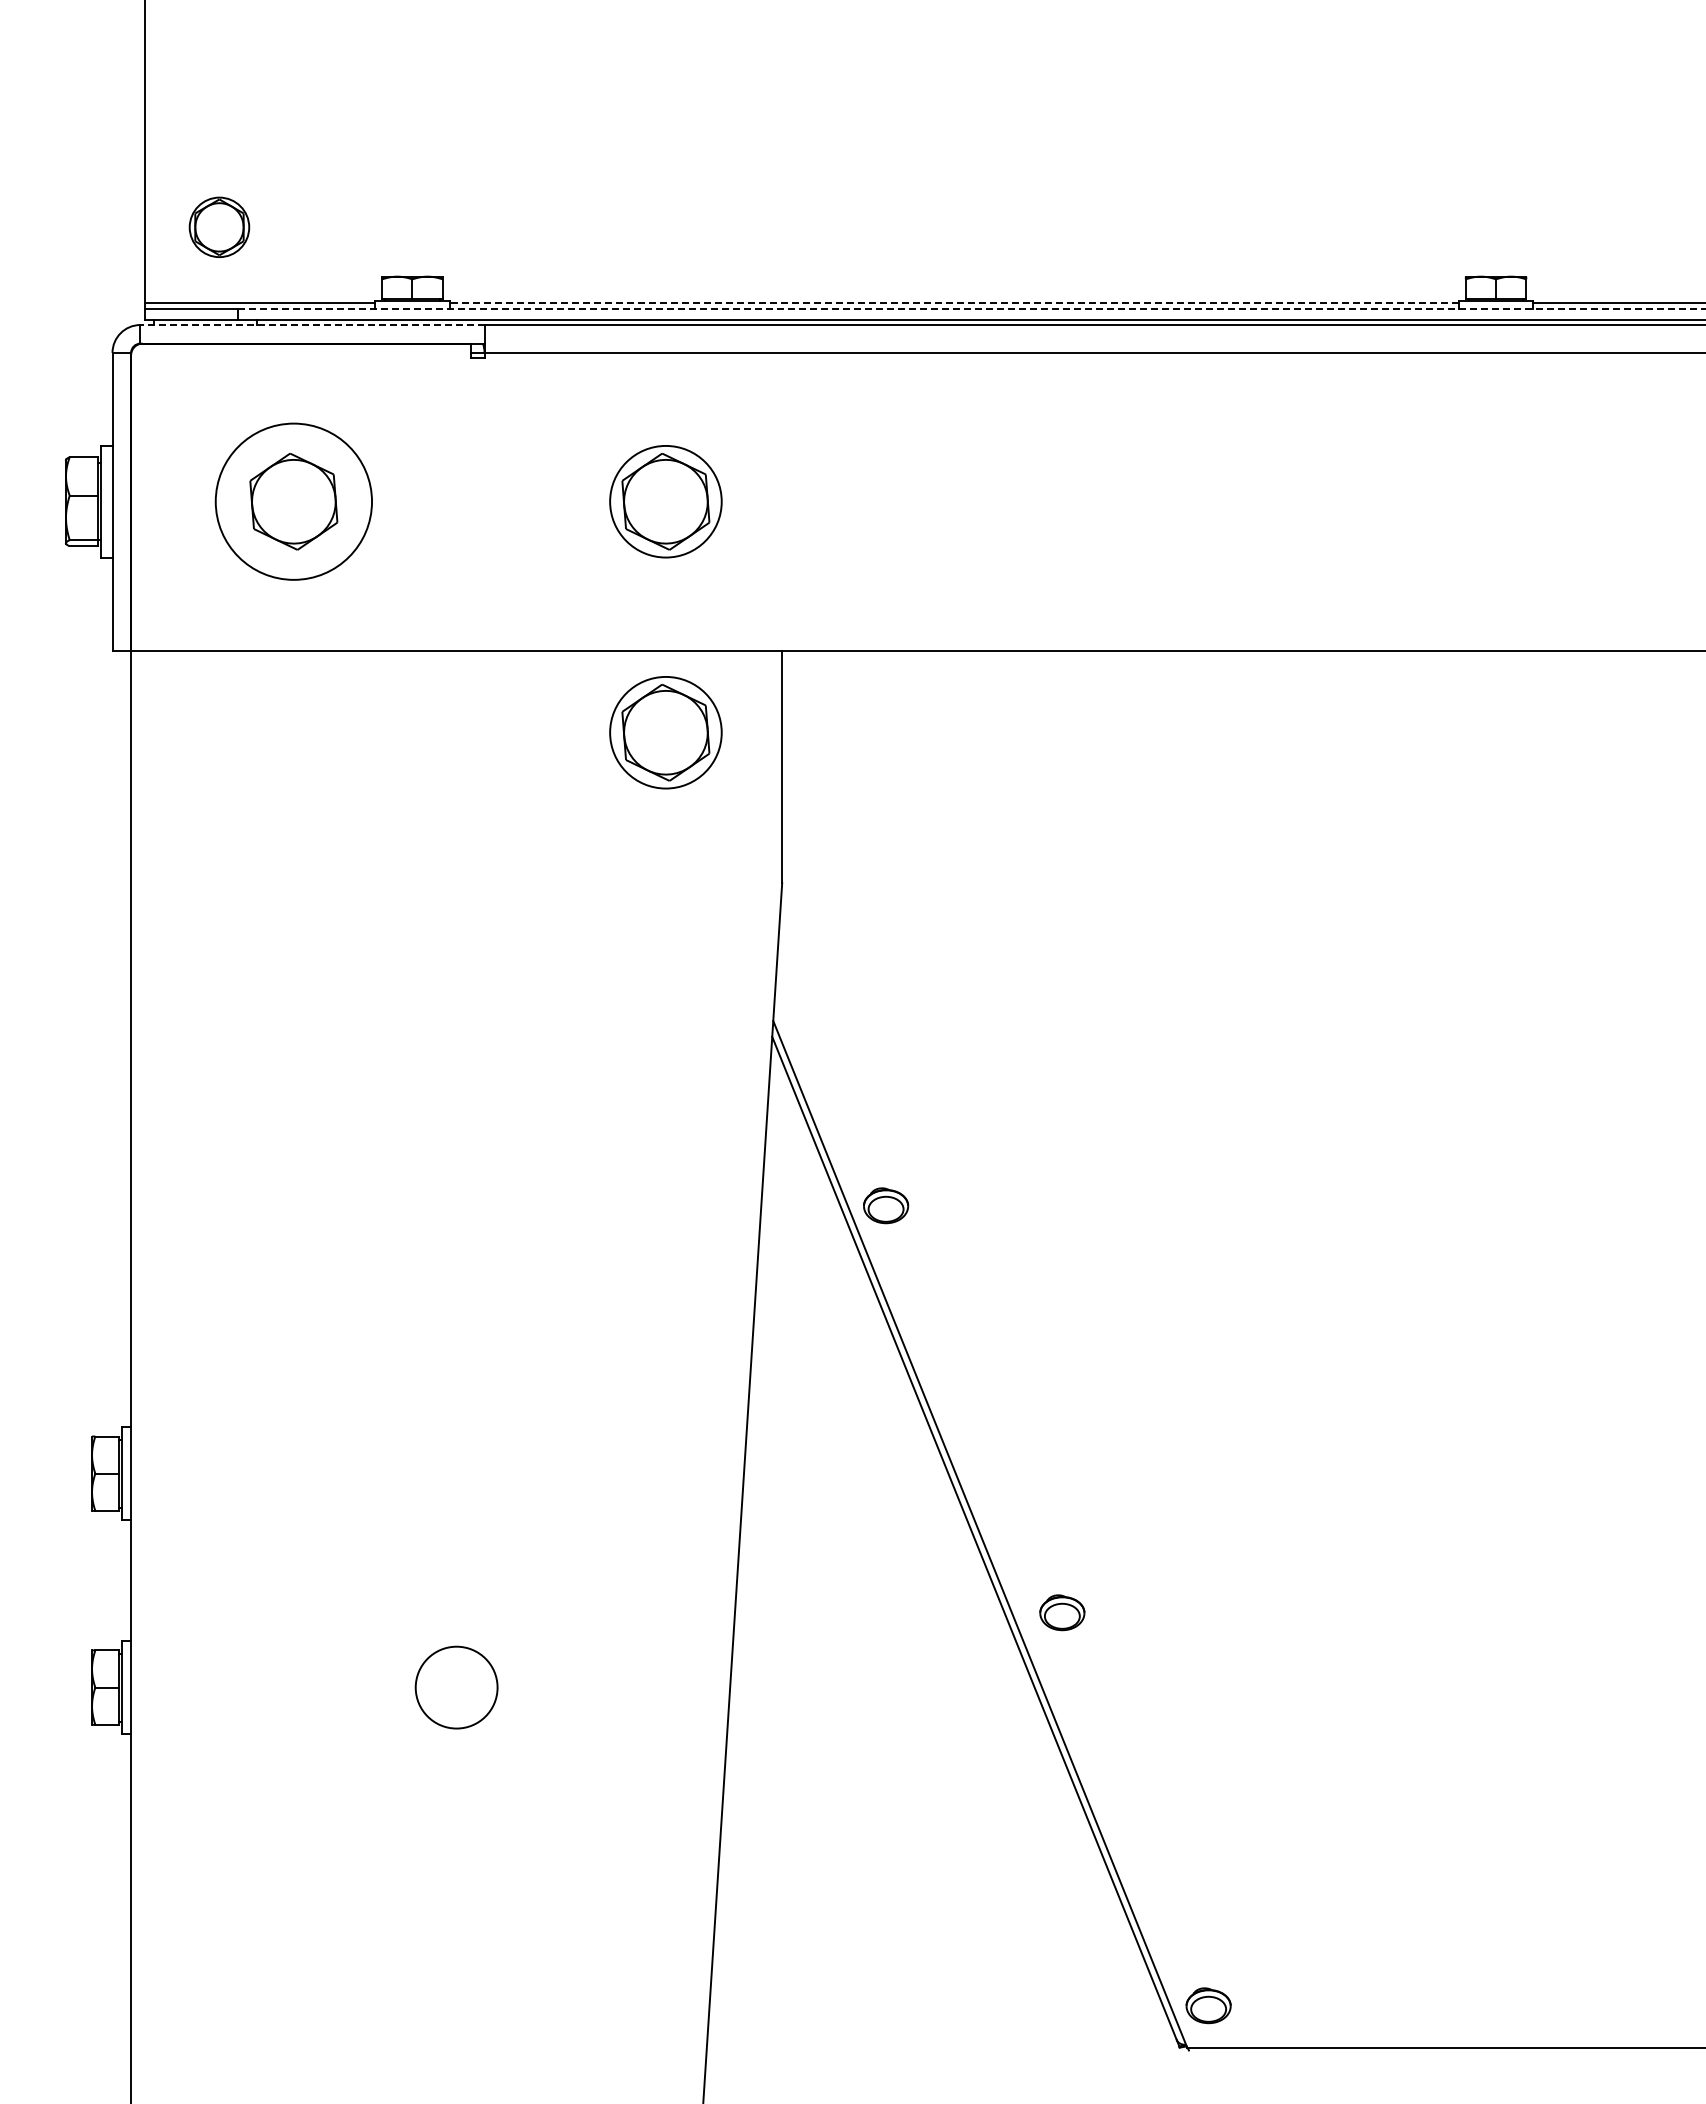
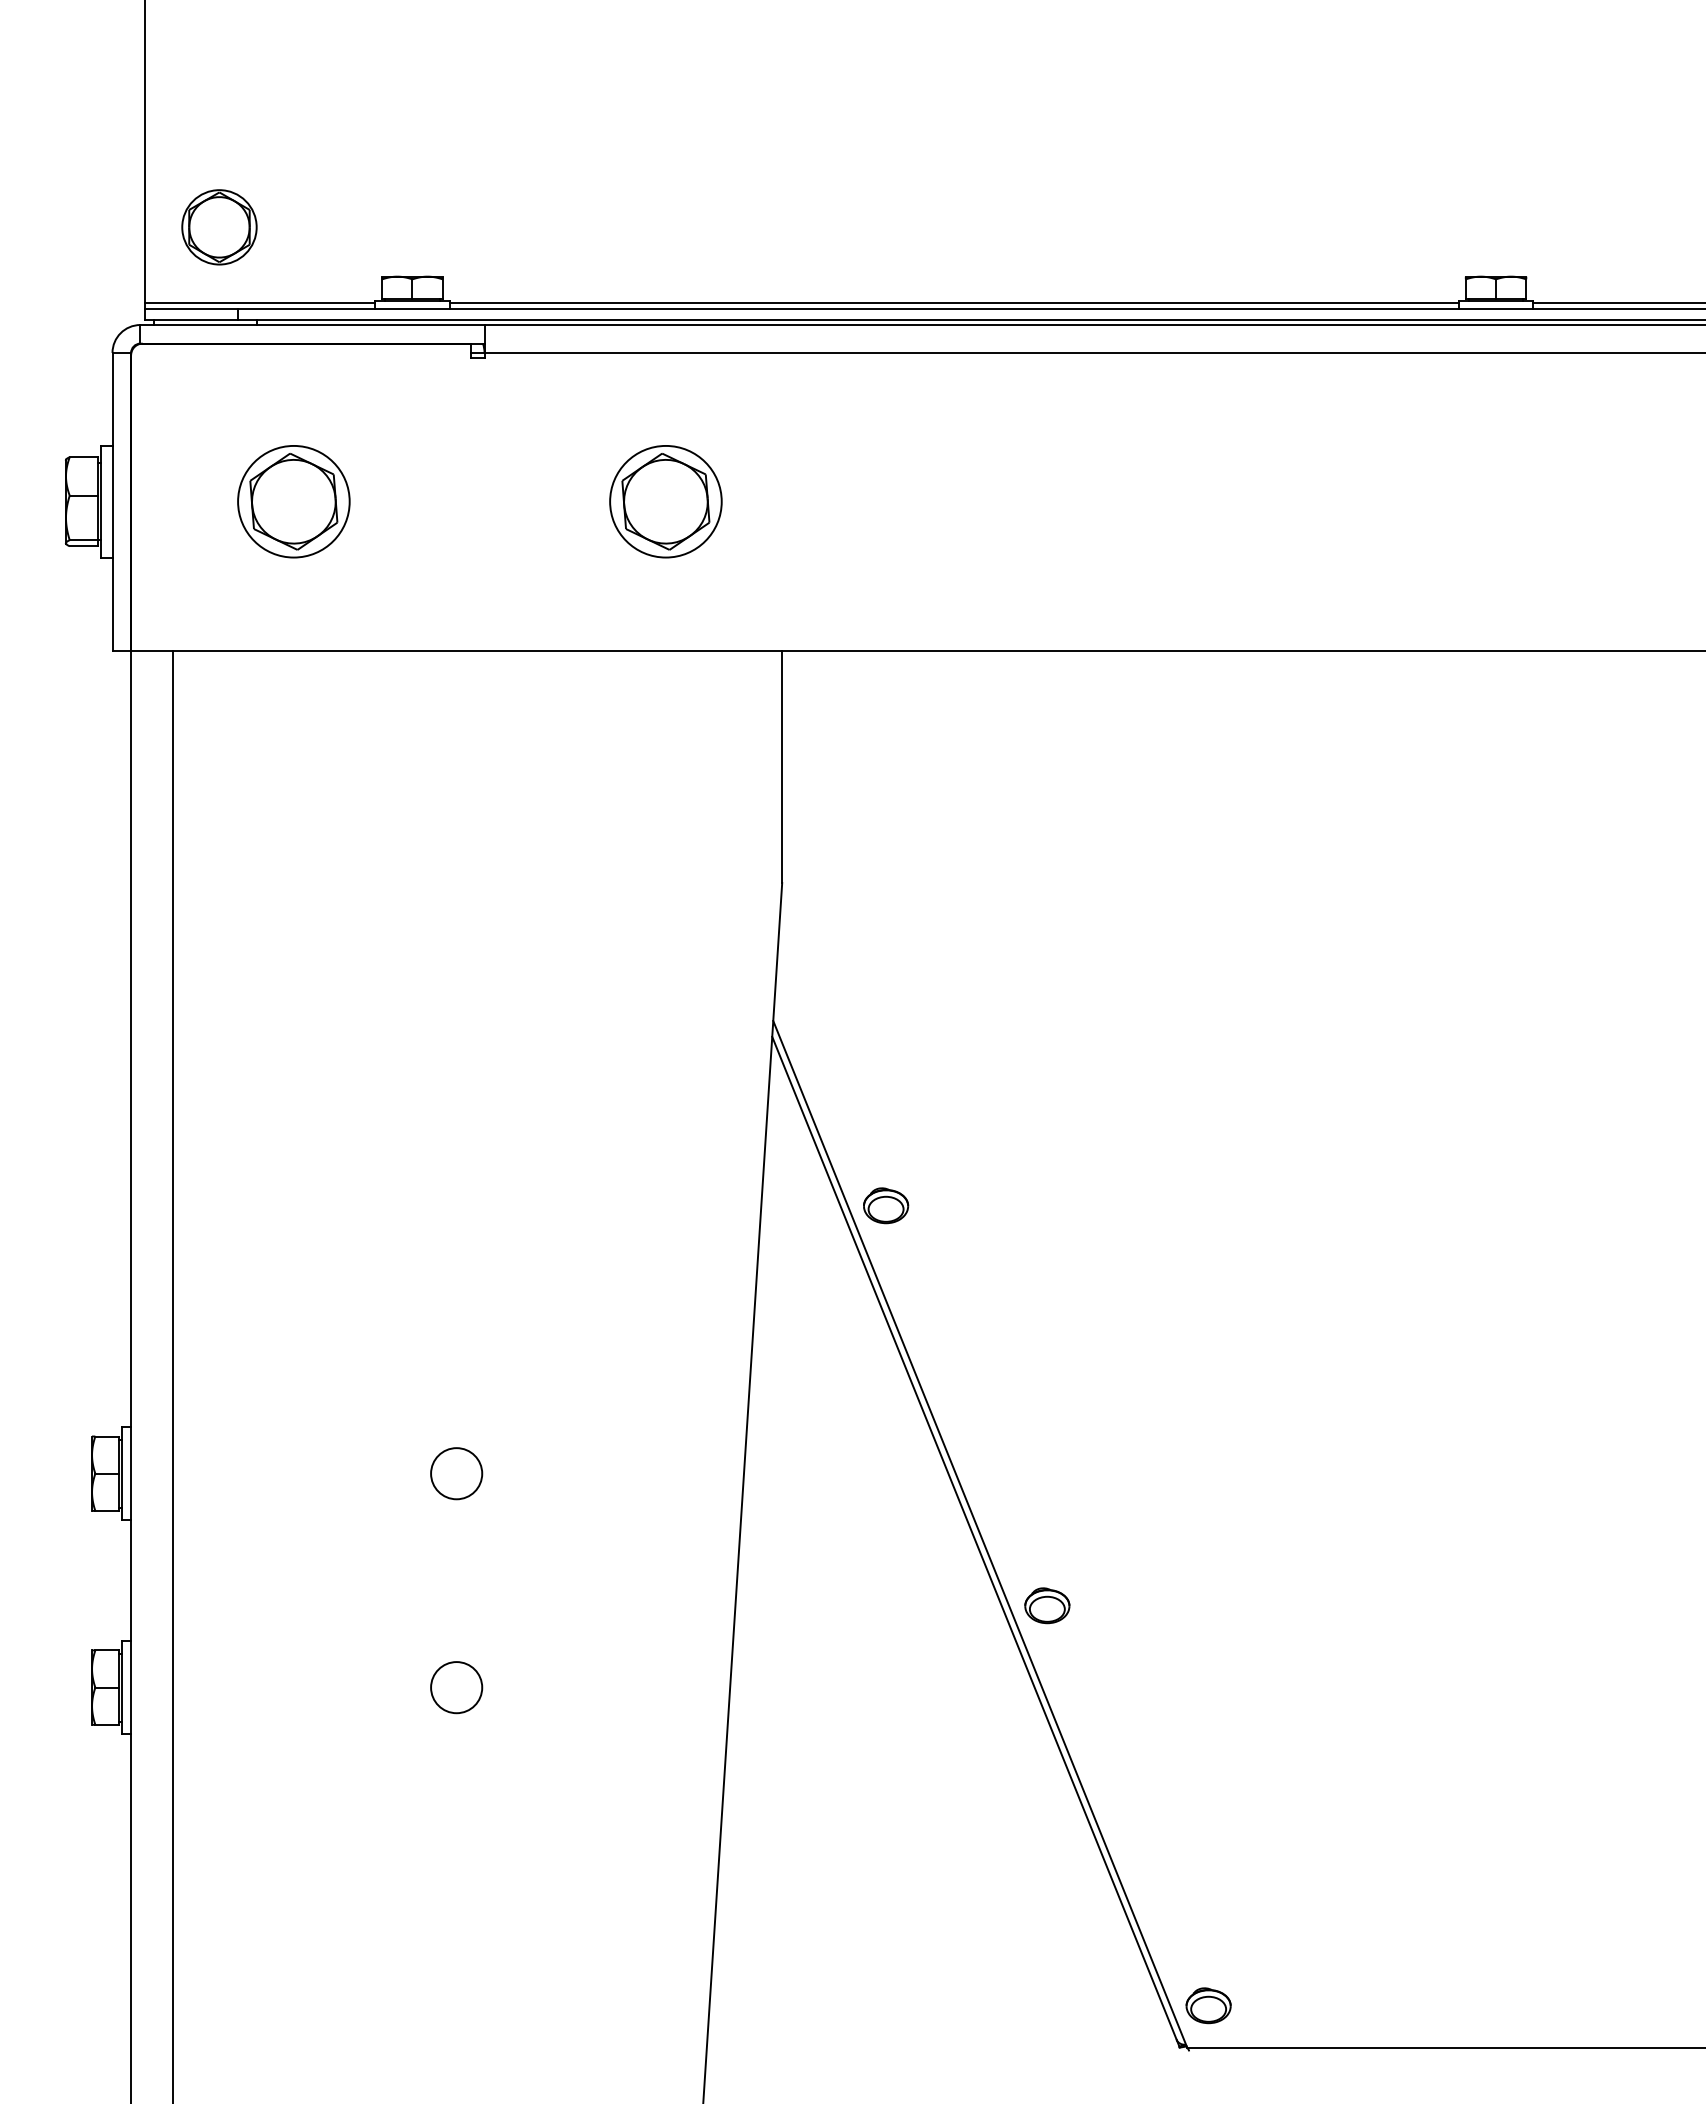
part at (219, 226) size: 63x62 px -> 77x77 px
line at (954, 302): dashed -> solid
line at (972, 308): dashed -> solid
line at (311, 325): dashed -> solid
circle at (293, 501) diameter: 156 px -> 112 px
part at (665, 732): present -> none
line at (172, 1375): none -> present
circle at (456, 1473): none -> present
part at (1062, 1612) position: (1062, 1612) -> (1047, 1605)
circle at (456, 1687) diameter: 82 px -> 51 px
